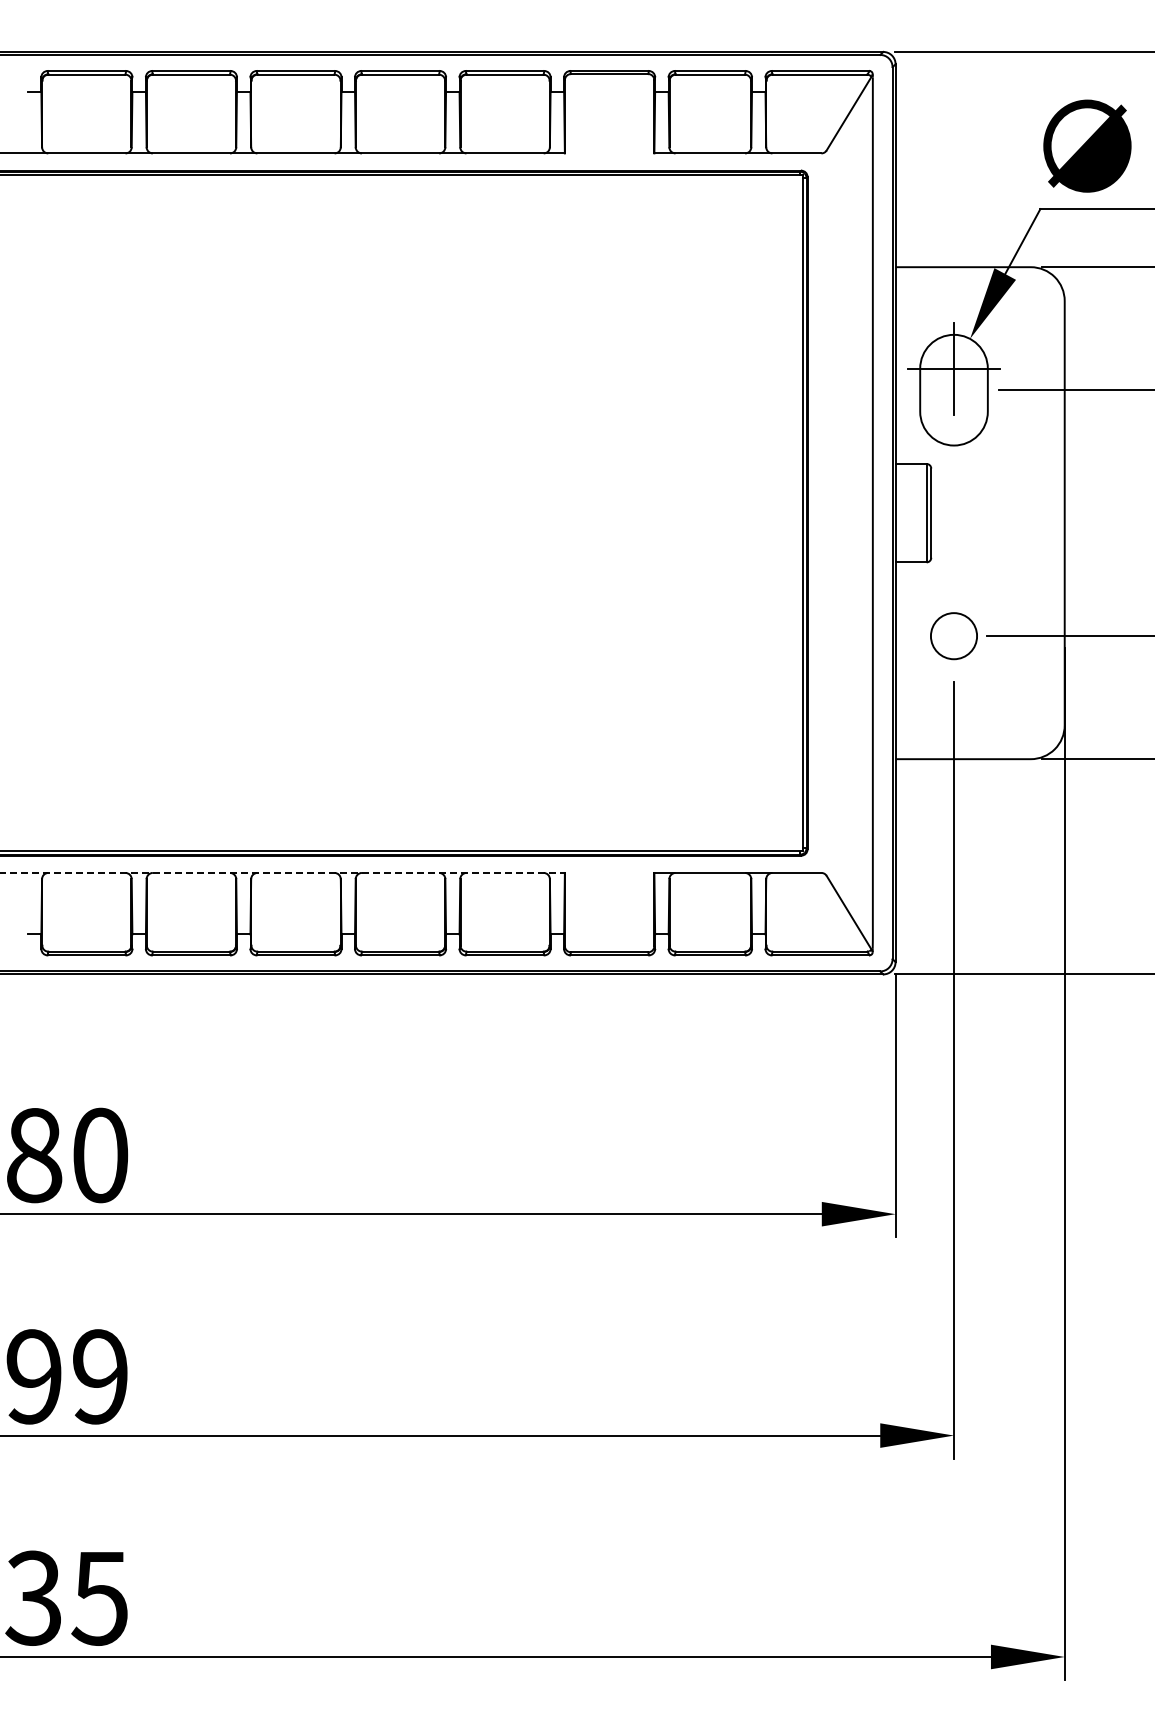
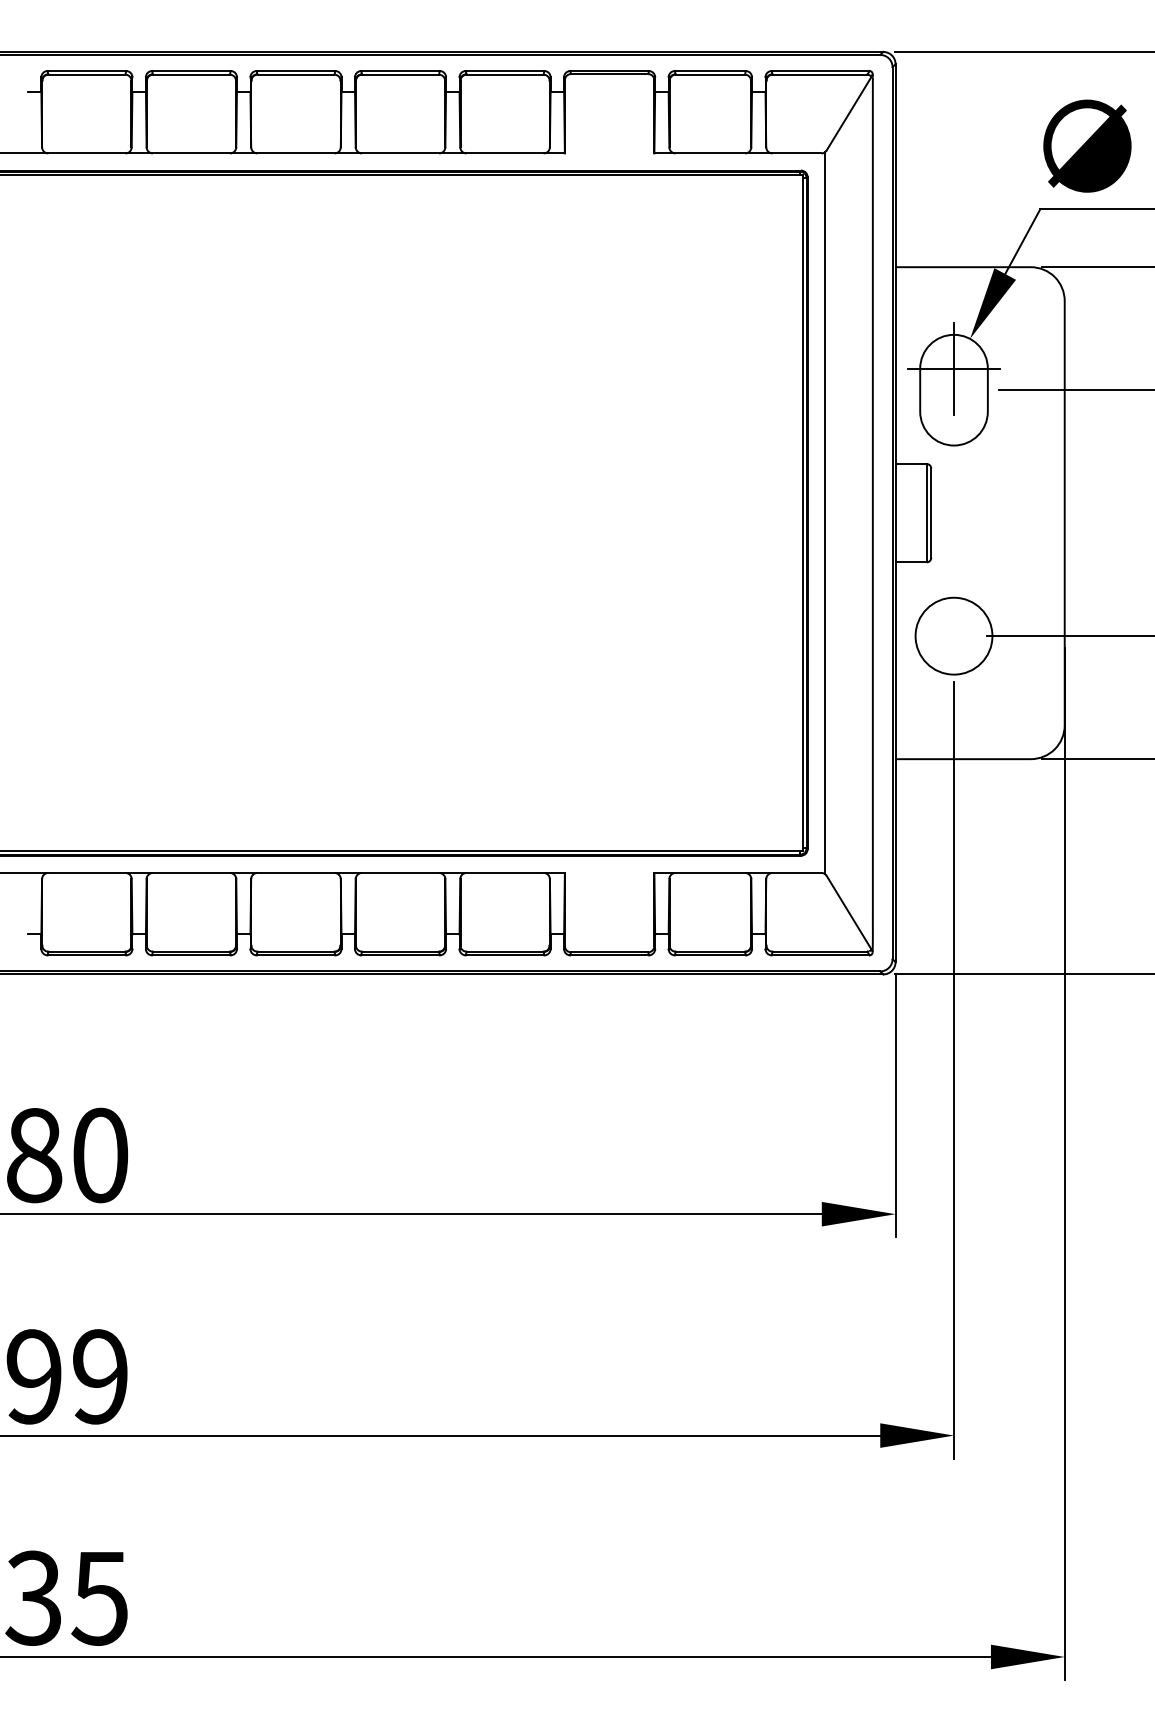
line at (824, 513): none -> present
circle at (953, 636) diameter: 46 px -> 77 px
line at (283, 872): dashed -> solid
